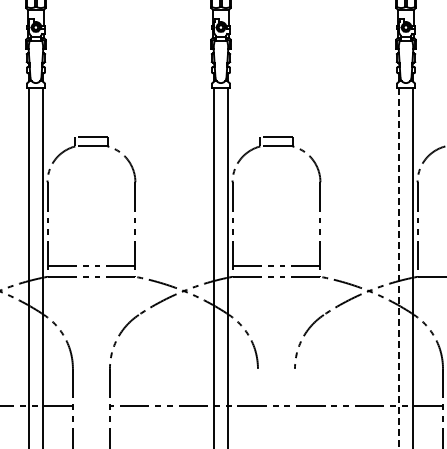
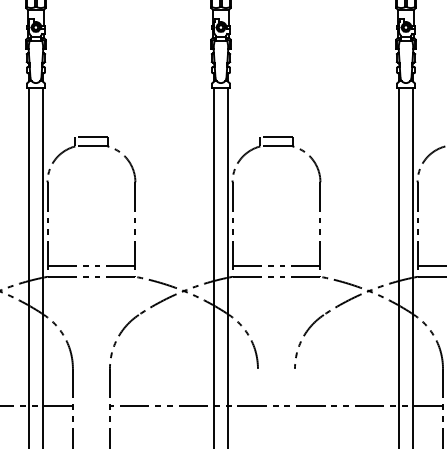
line at (430, 265): none -> present
line at (398, 268): dashed -> solid
